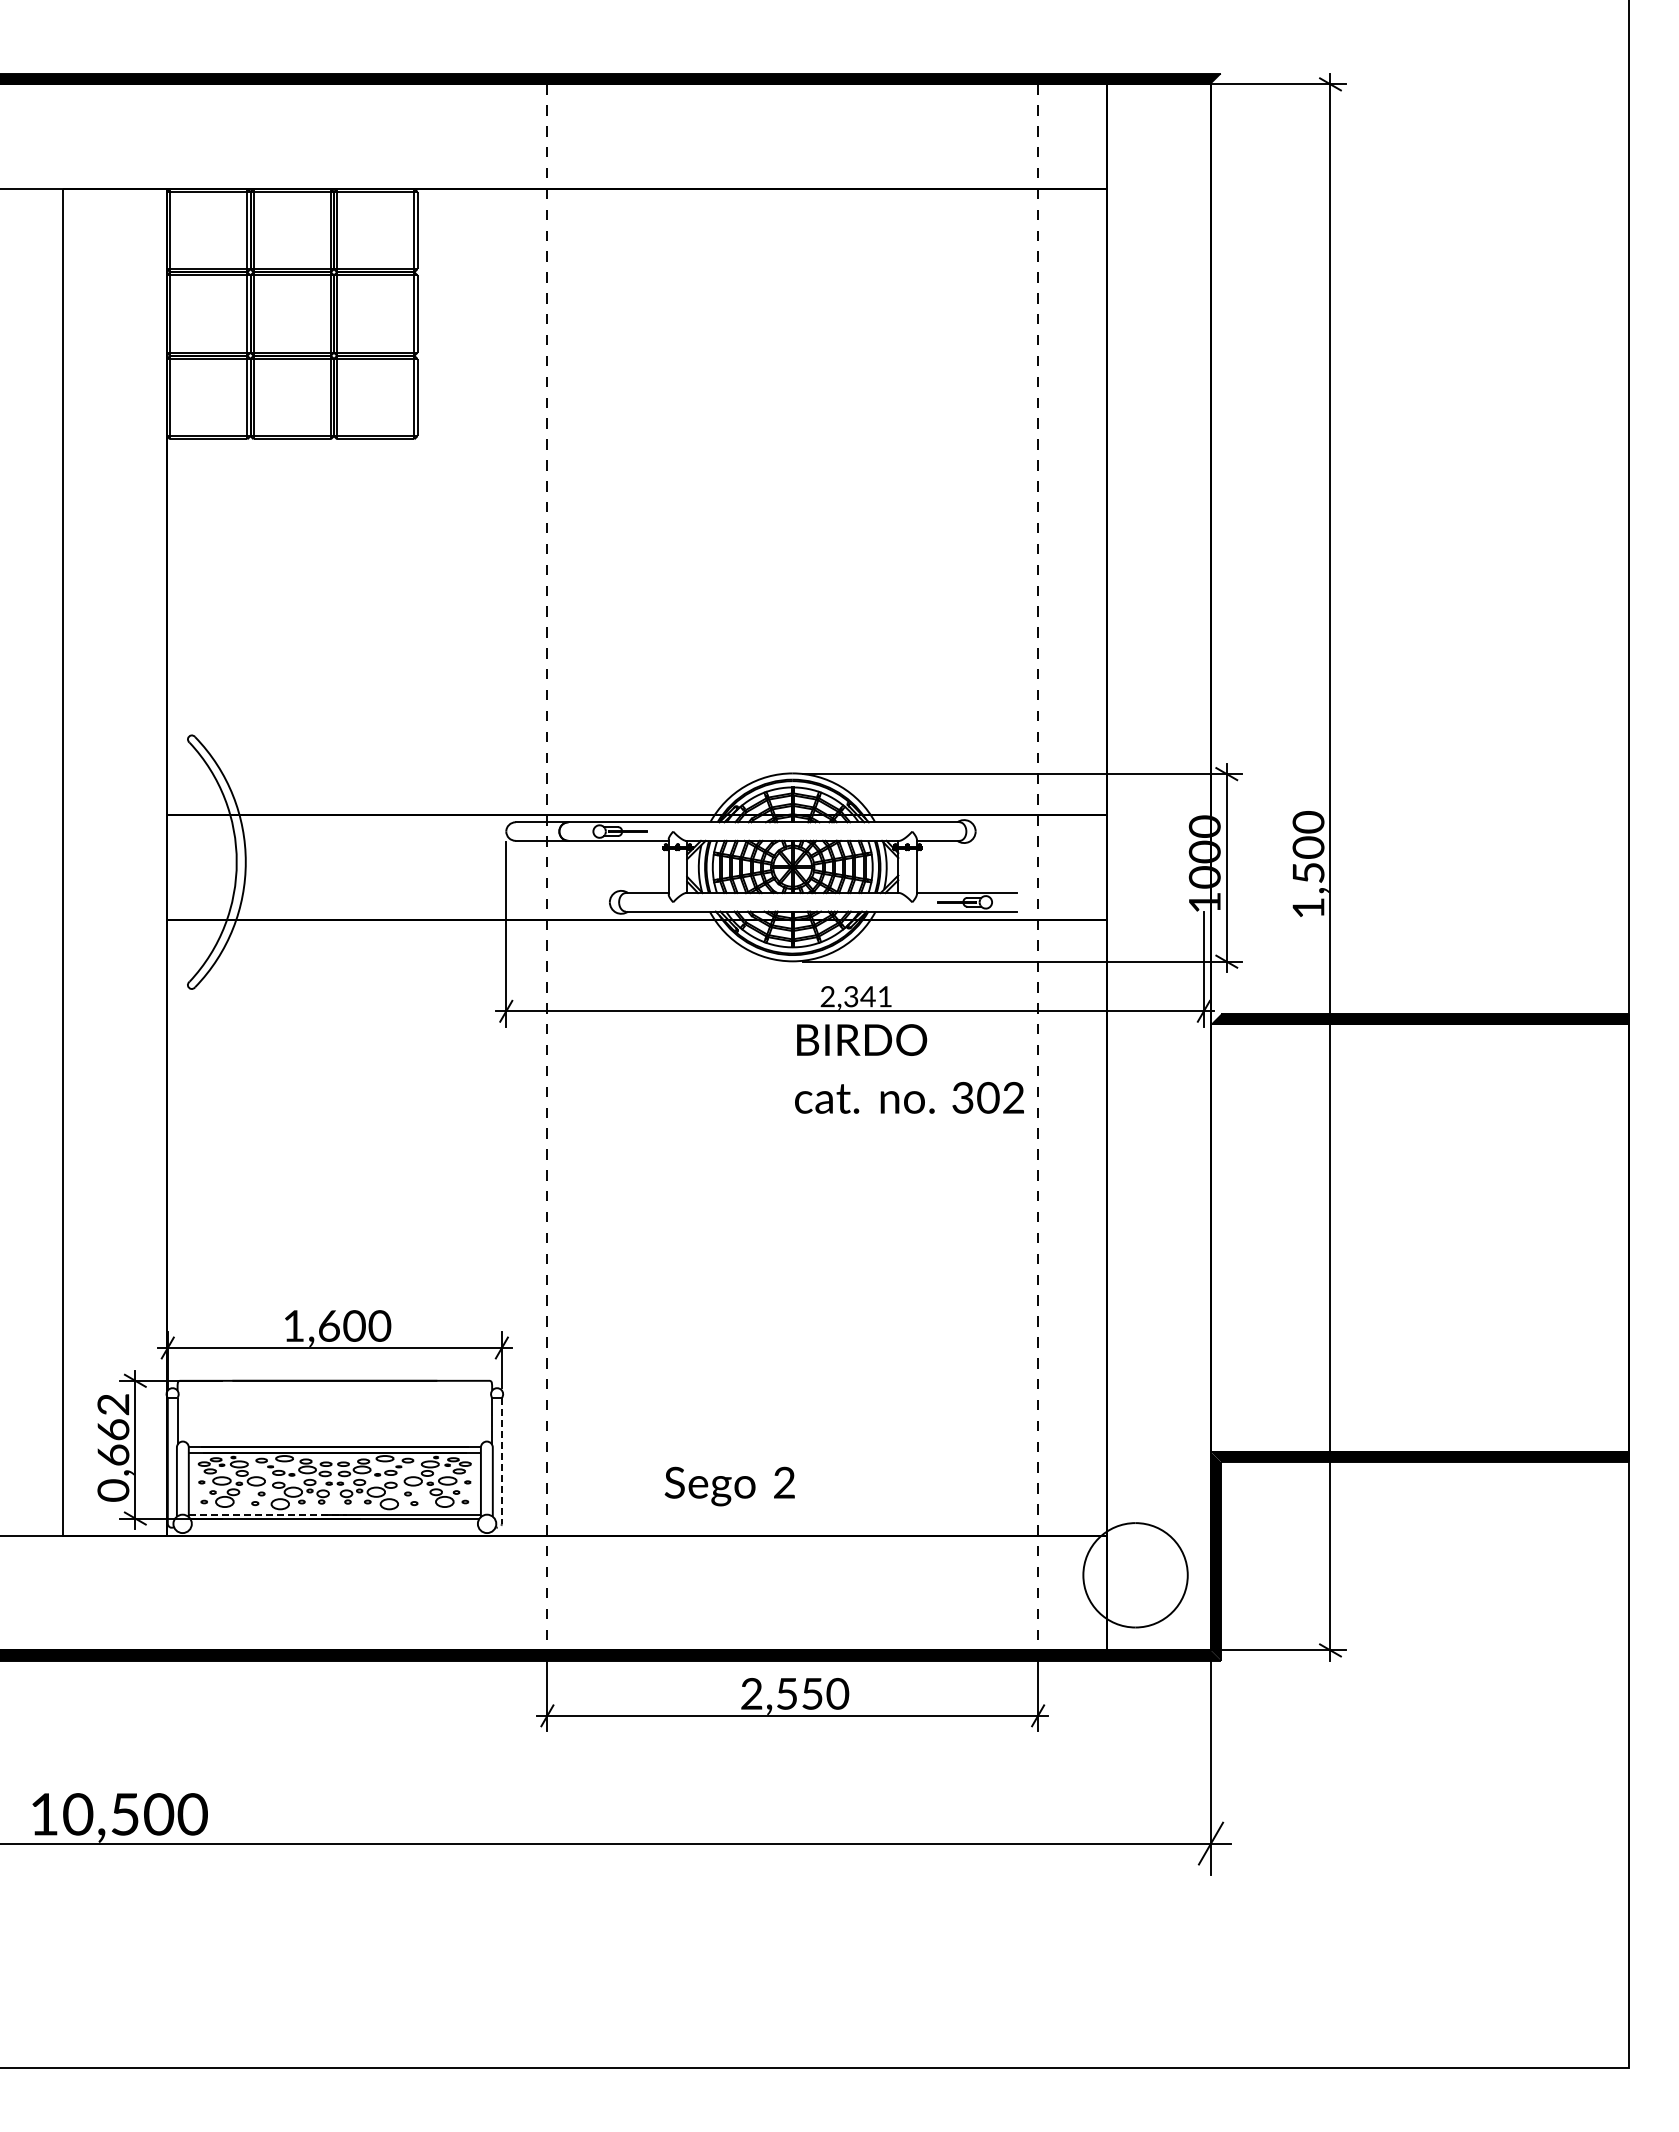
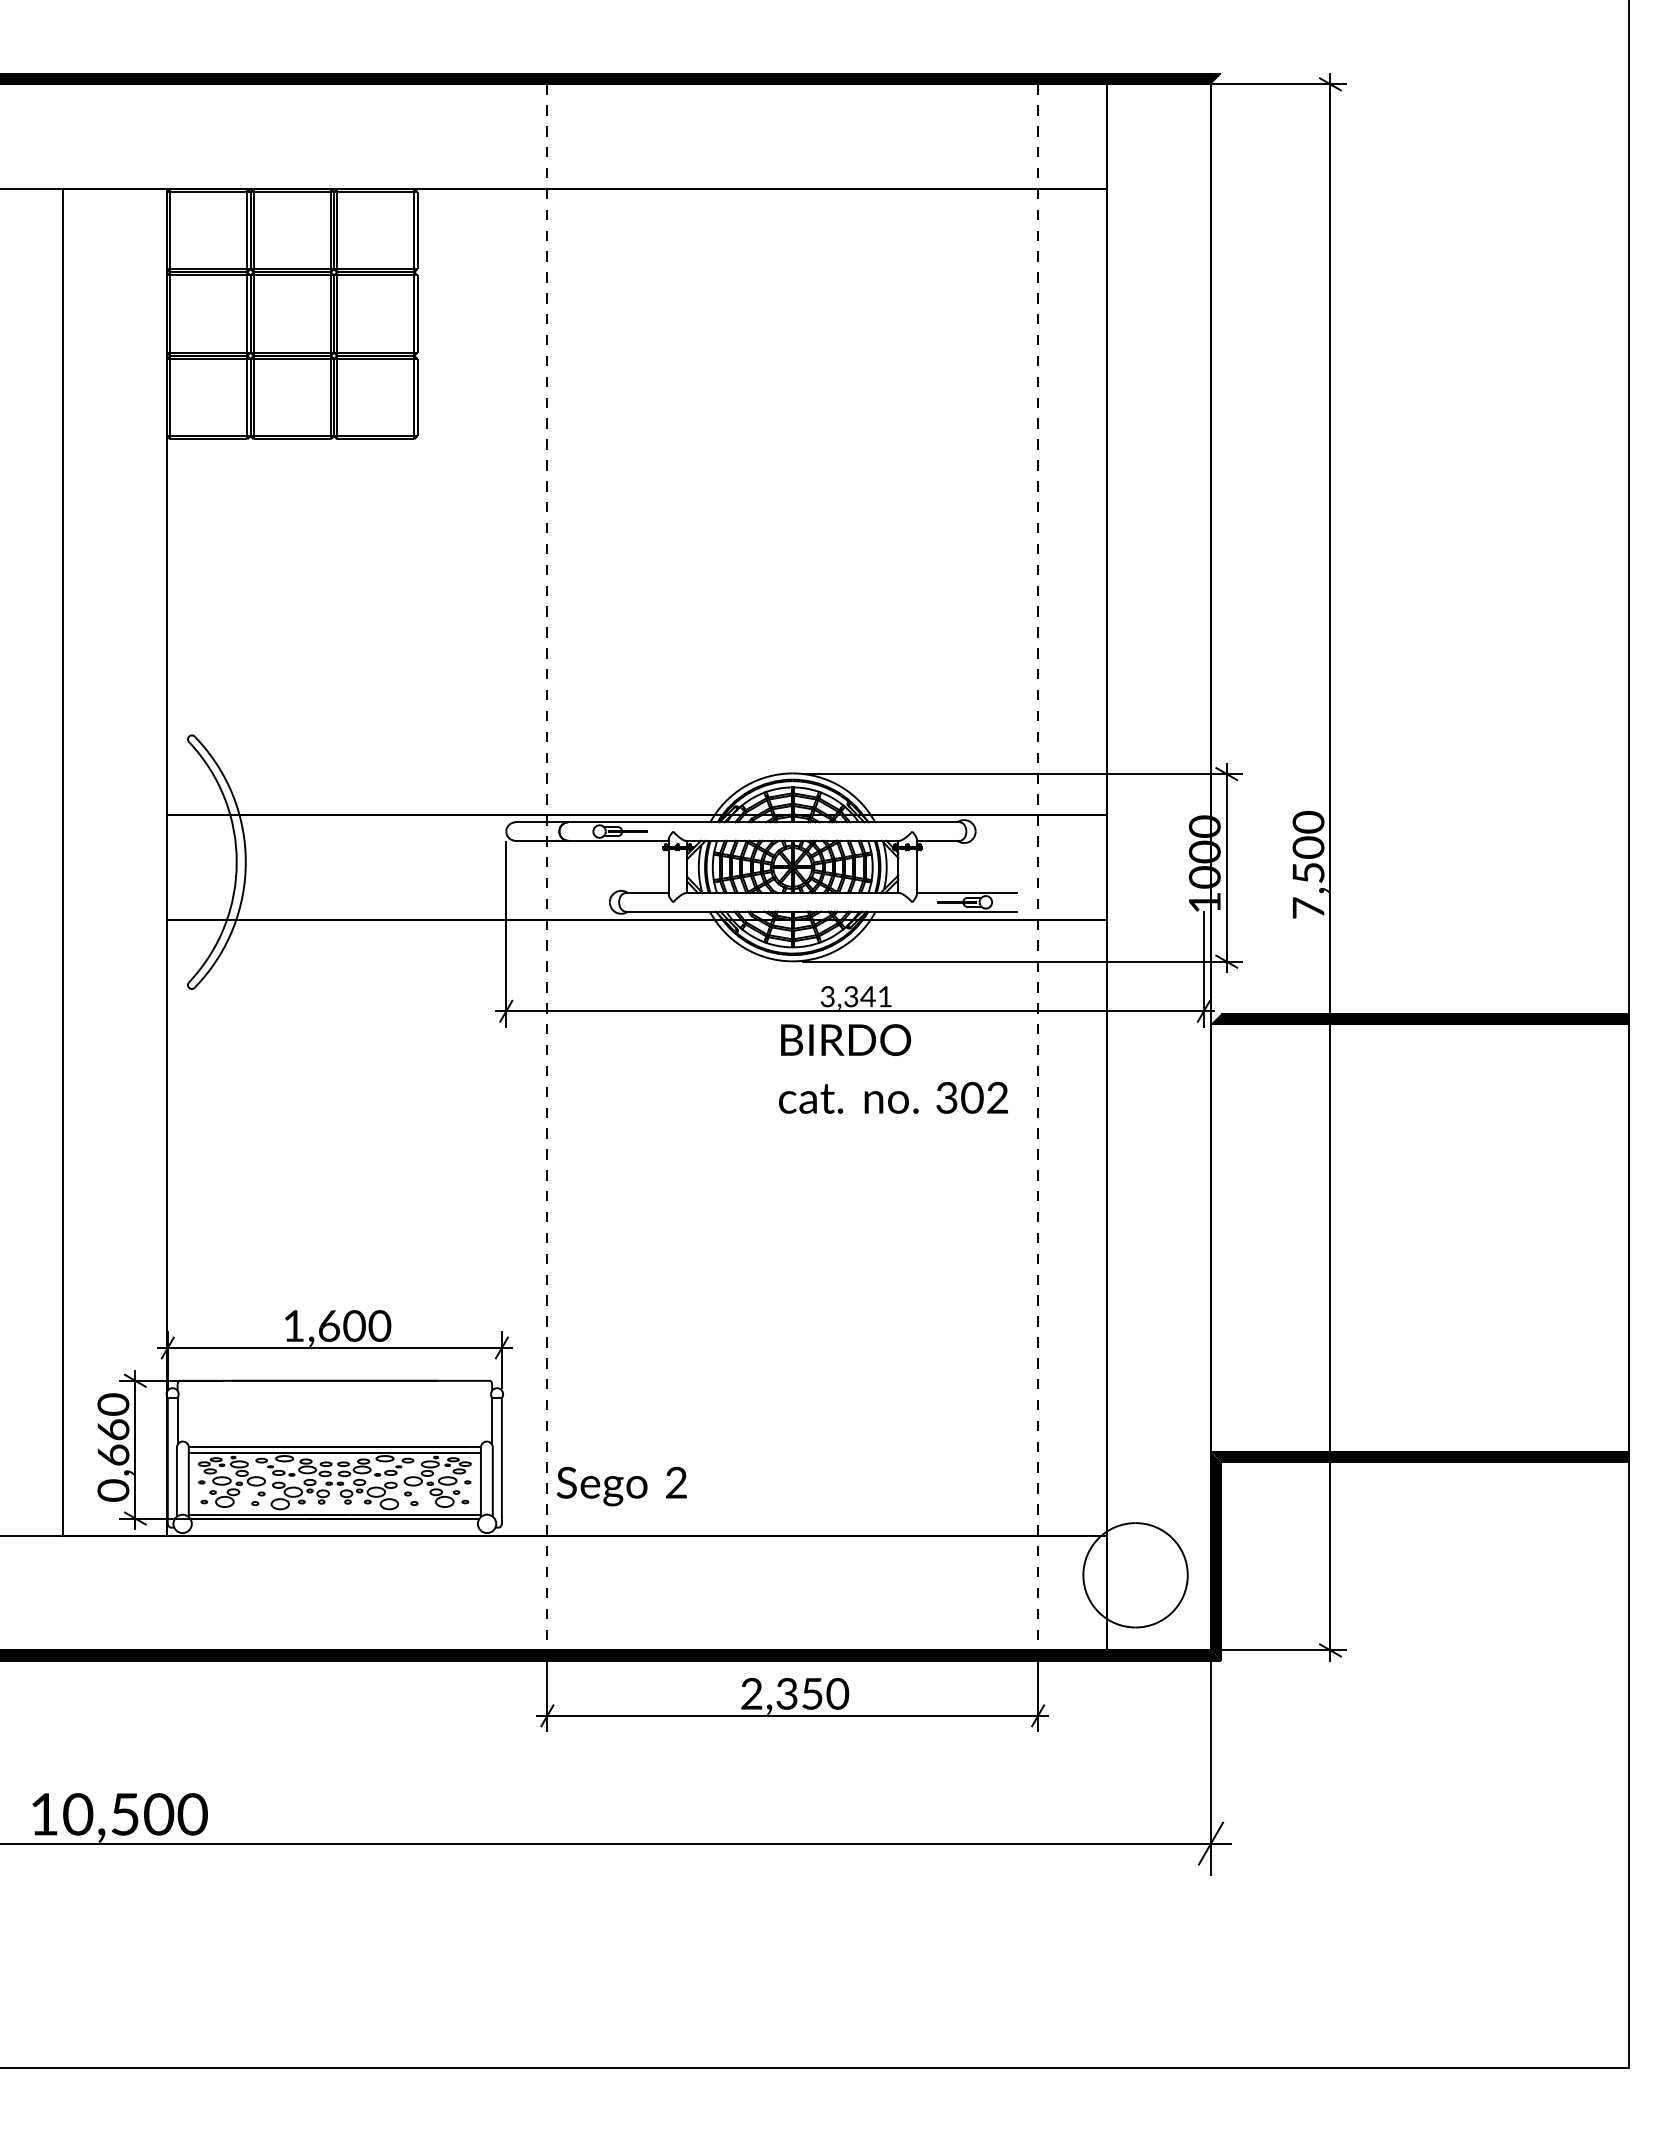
text at (1308, 907): 1,500 -> 7,500
text at (827, 998): 2,341 -> 3,341
text at (909, 1068) position: (909, 1068) -> (893, 1068)
text at (113, 1404): 0,662 -> 0,660
line at (501, 1472): dashed -> solid
text at (729, 1486) position: (729, 1486) -> (621, 1486)
line at (268, 1514): dashed -> solid
text at (786, 1693): 2,550 -> 2,350
